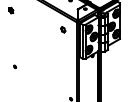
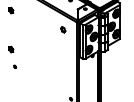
part at (11, 49): none -> present
